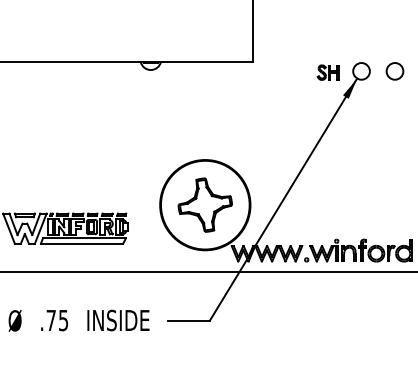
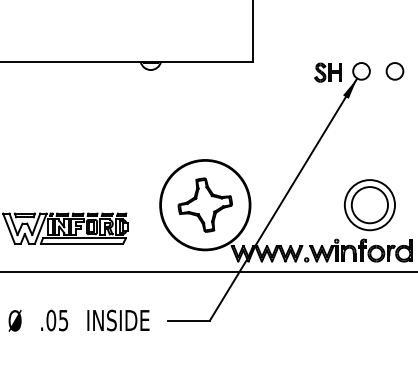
part at (327, 72) size: 24x17 px -> 28x21 px
part at (369, 205): none -> present
text at (51, 320): .75 -> .05
